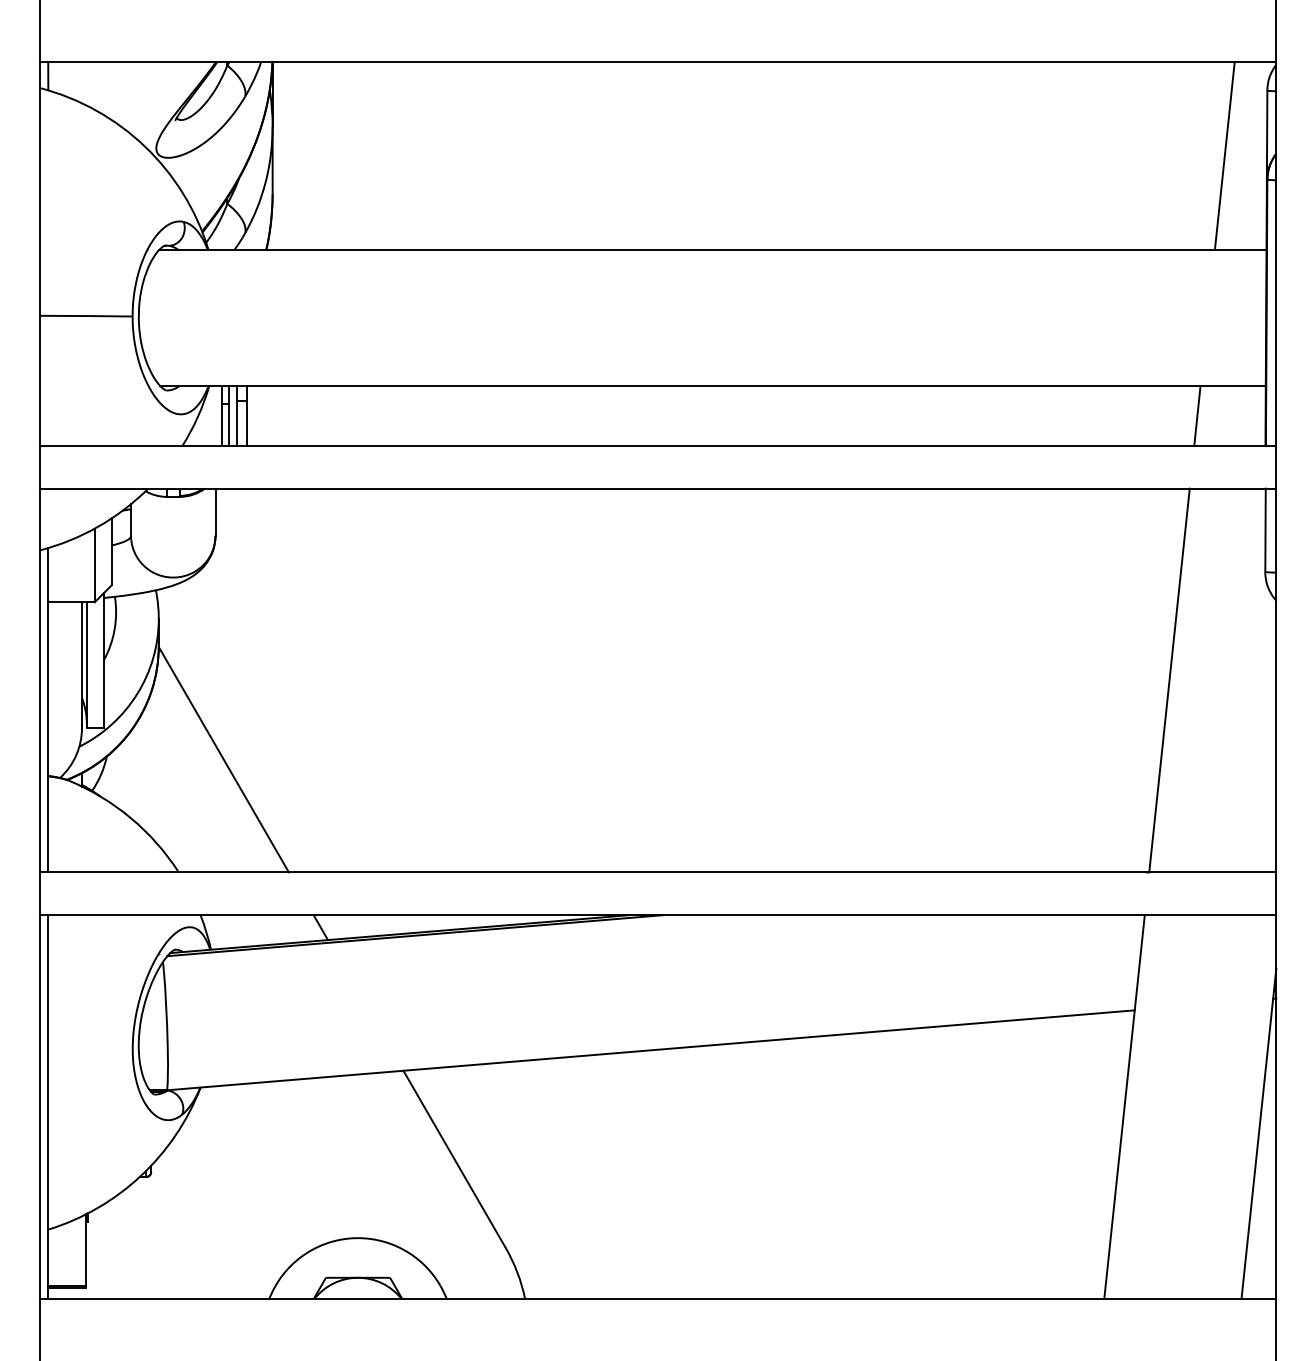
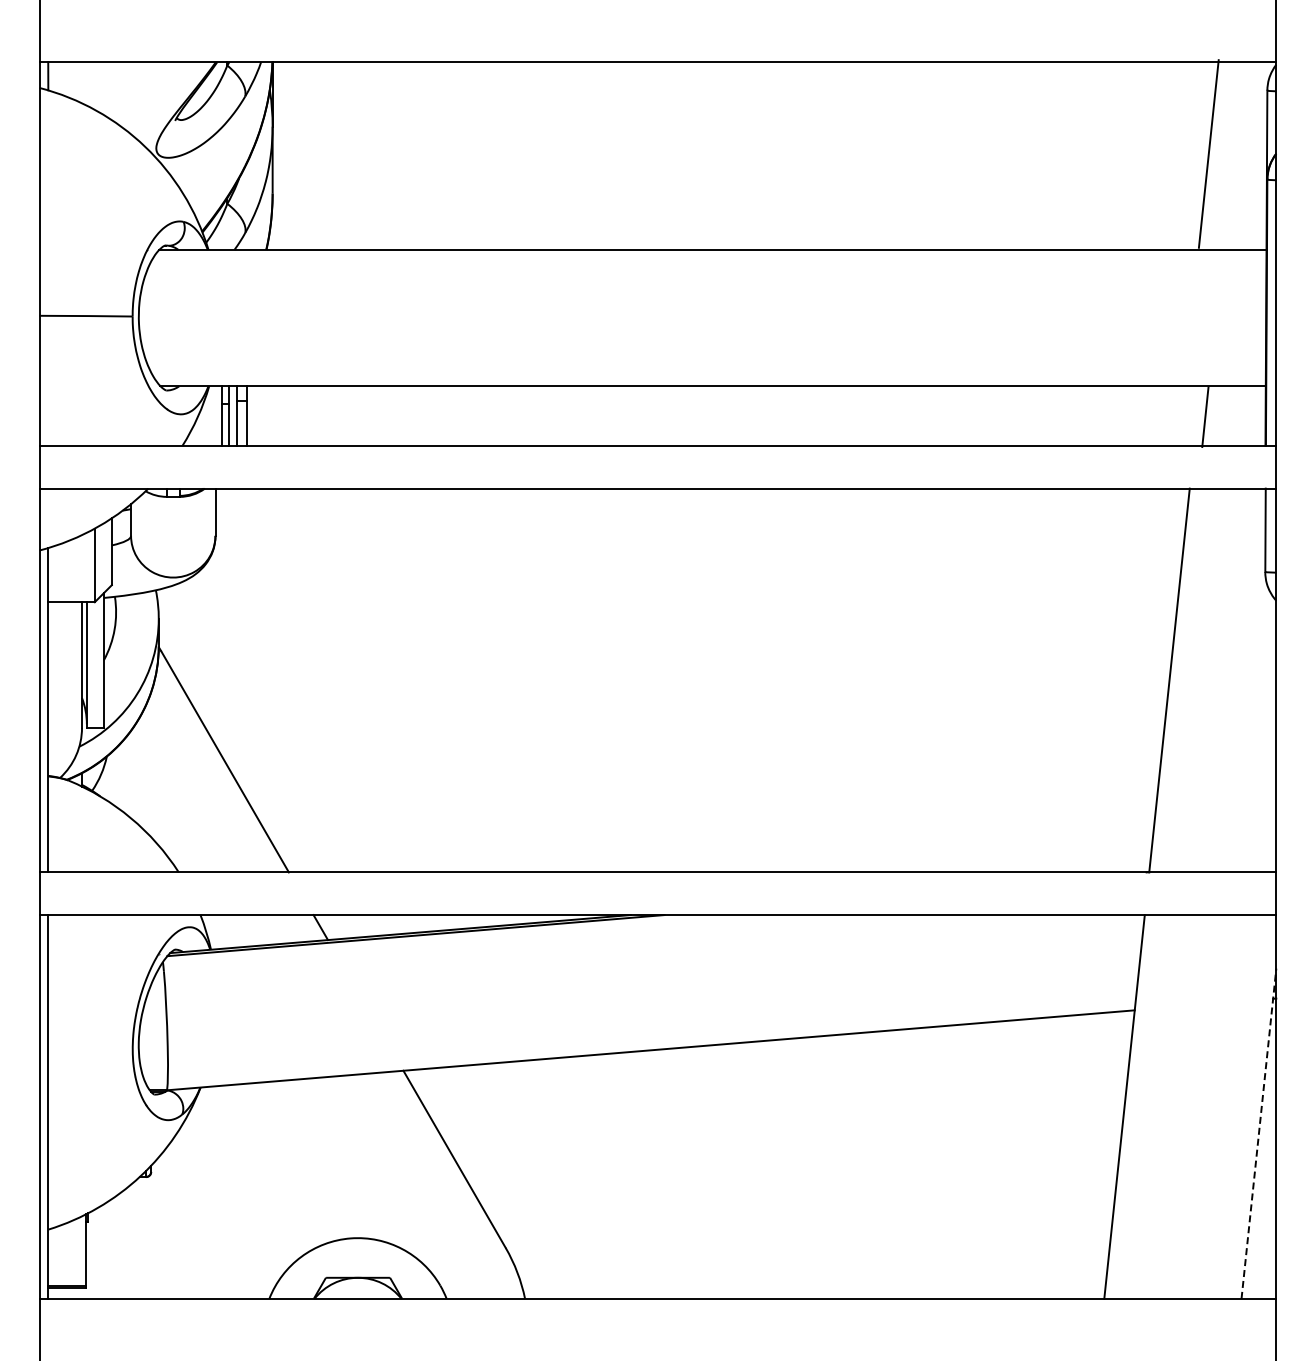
line at (1224, 155) position: (1224, 155) -> (1208, 153)
line at (1197, 415) position: (1197, 415) -> (1205, 416)
line at (1258, 1133): solid -> dashed
